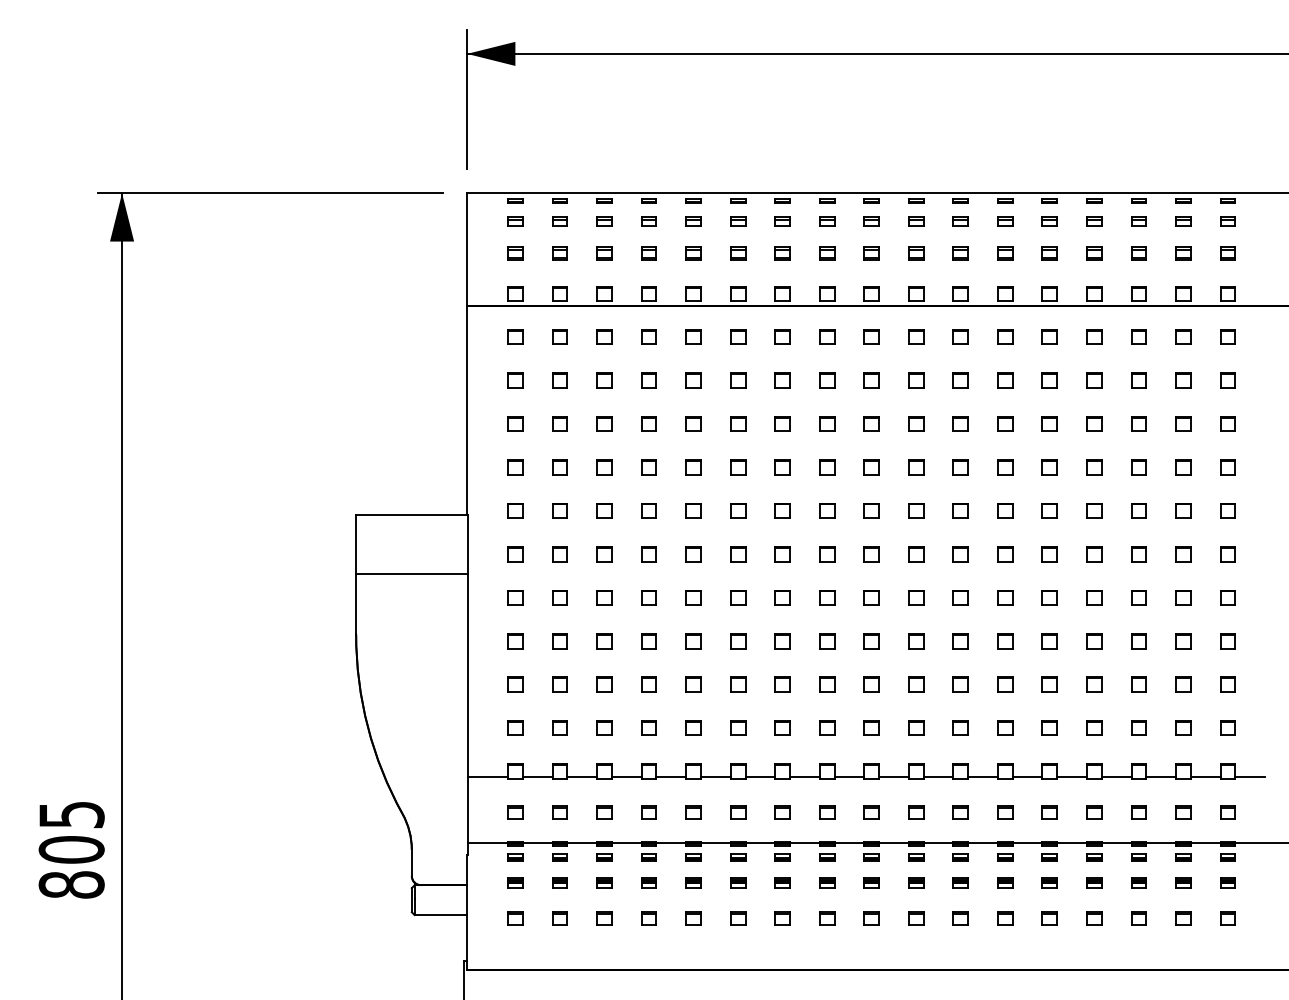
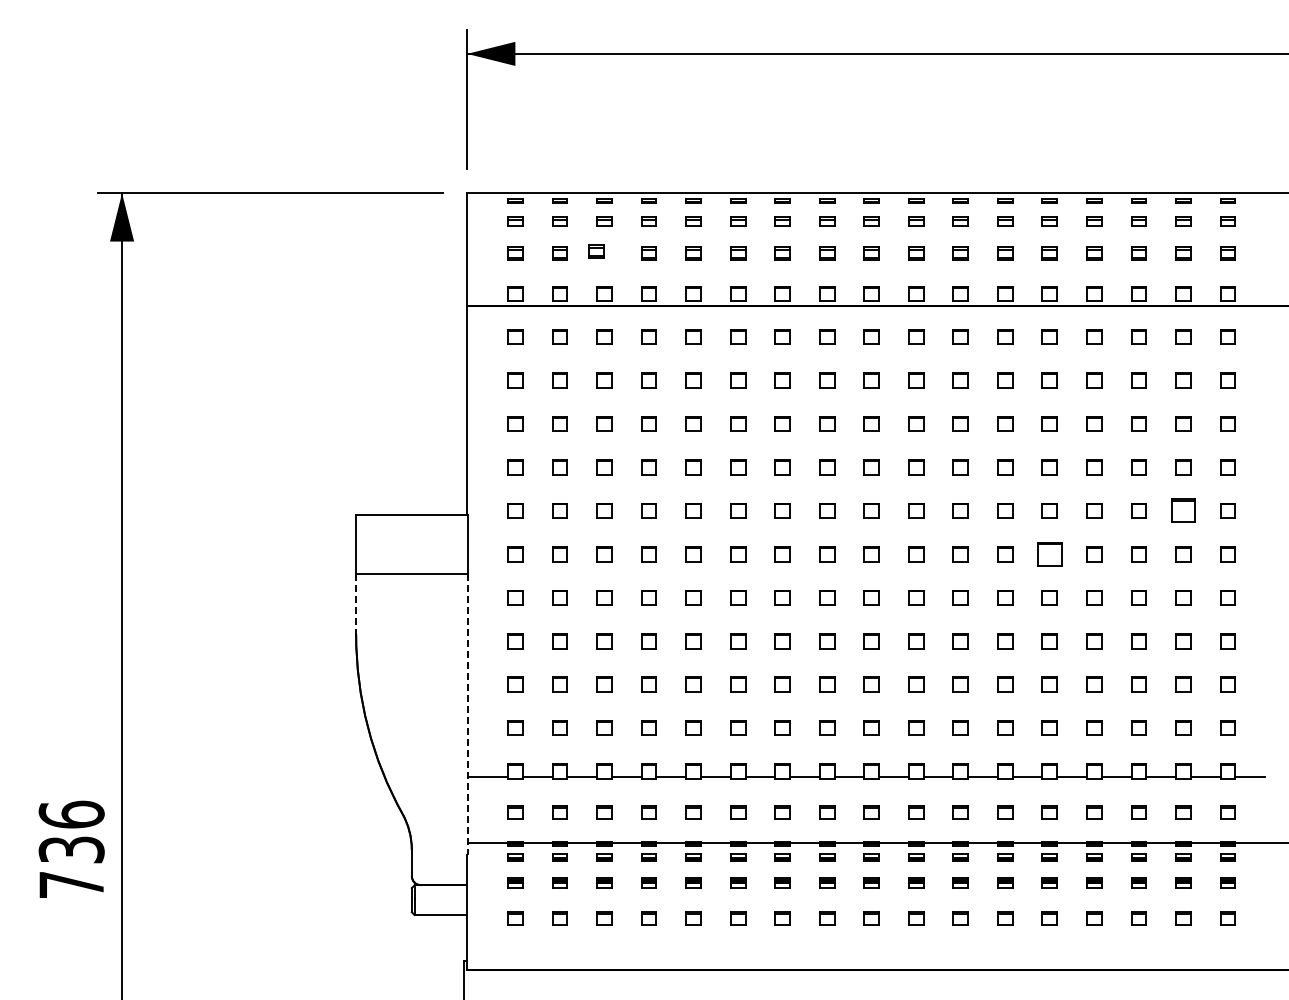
part at (604, 253) position: (604, 253) -> (596, 251)
part at (1183, 510) size: 17x16 px -> 25x25 px
part at (1049, 554) size: 17x17 px -> 26x25 px
line at (356, 604): solid -> dashed
line at (467, 714): solid -> dashed
text at (71, 849): 805 -> 736
